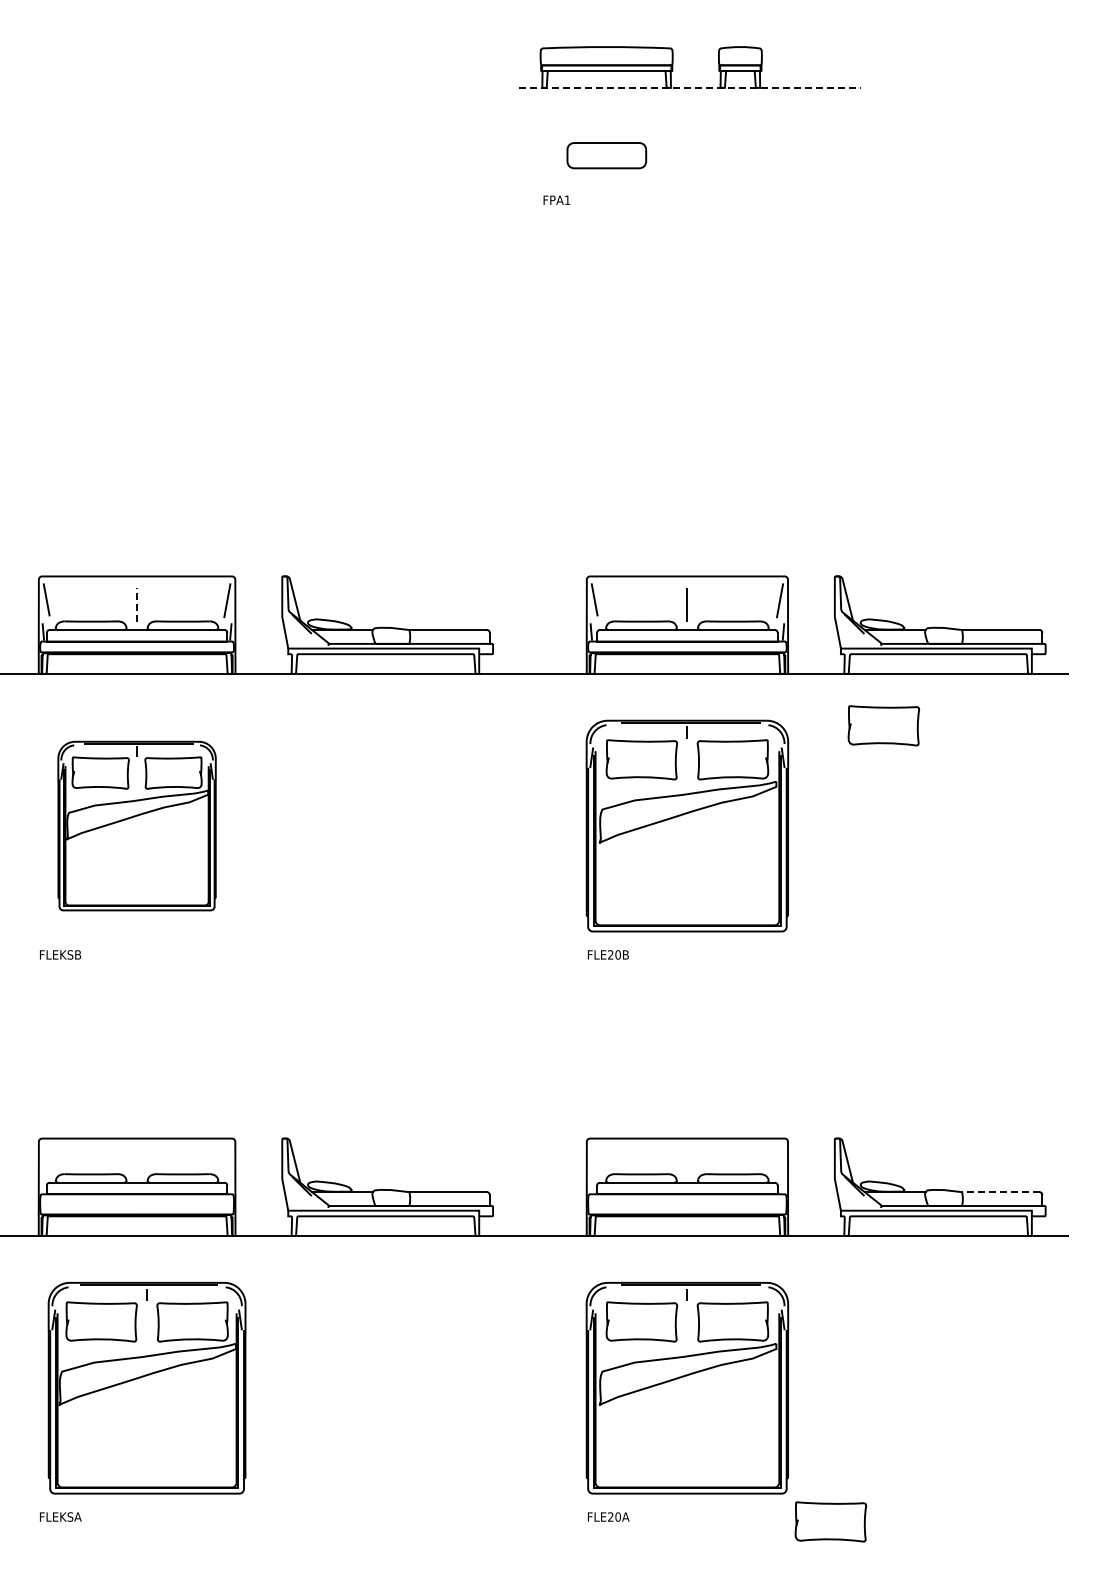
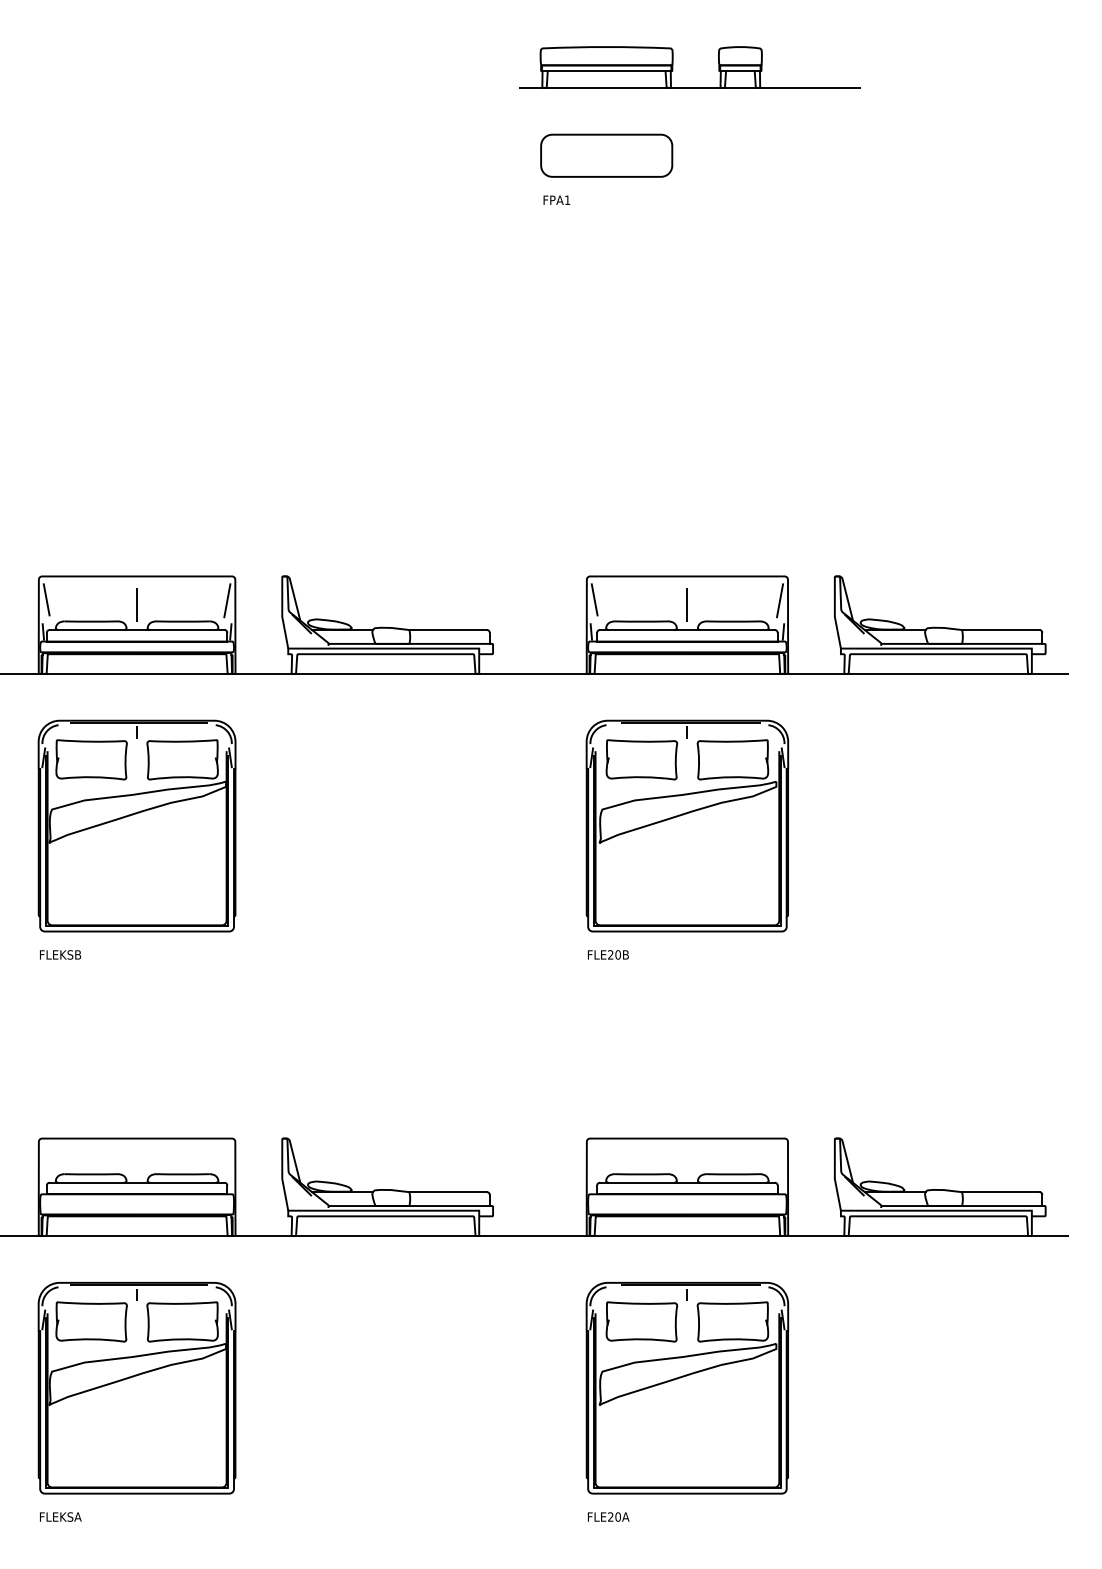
line at (689, 87): dashed -> solid
part at (606, 155) size: 82x28 px -> 134x45 px
line at (137, 604): dashed -> solid
part at (883, 725): present -> none
part at (136, 825) size: 160x172 px -> 200x214 px
line at (1000, 1192): dashed -> solid
part at (146, 1388) position: (146, 1388) -> (136, 1388)
part at (830, 1521): present -> none
